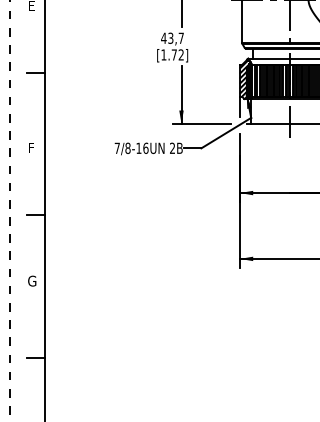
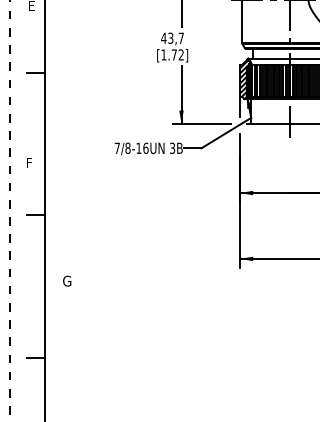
text at (31, 147) position: (31, 147) -> (29, 162)
text at (172, 148): 2B -> 3B
text at (32, 280) position: (32, 280) -> (67, 280)
